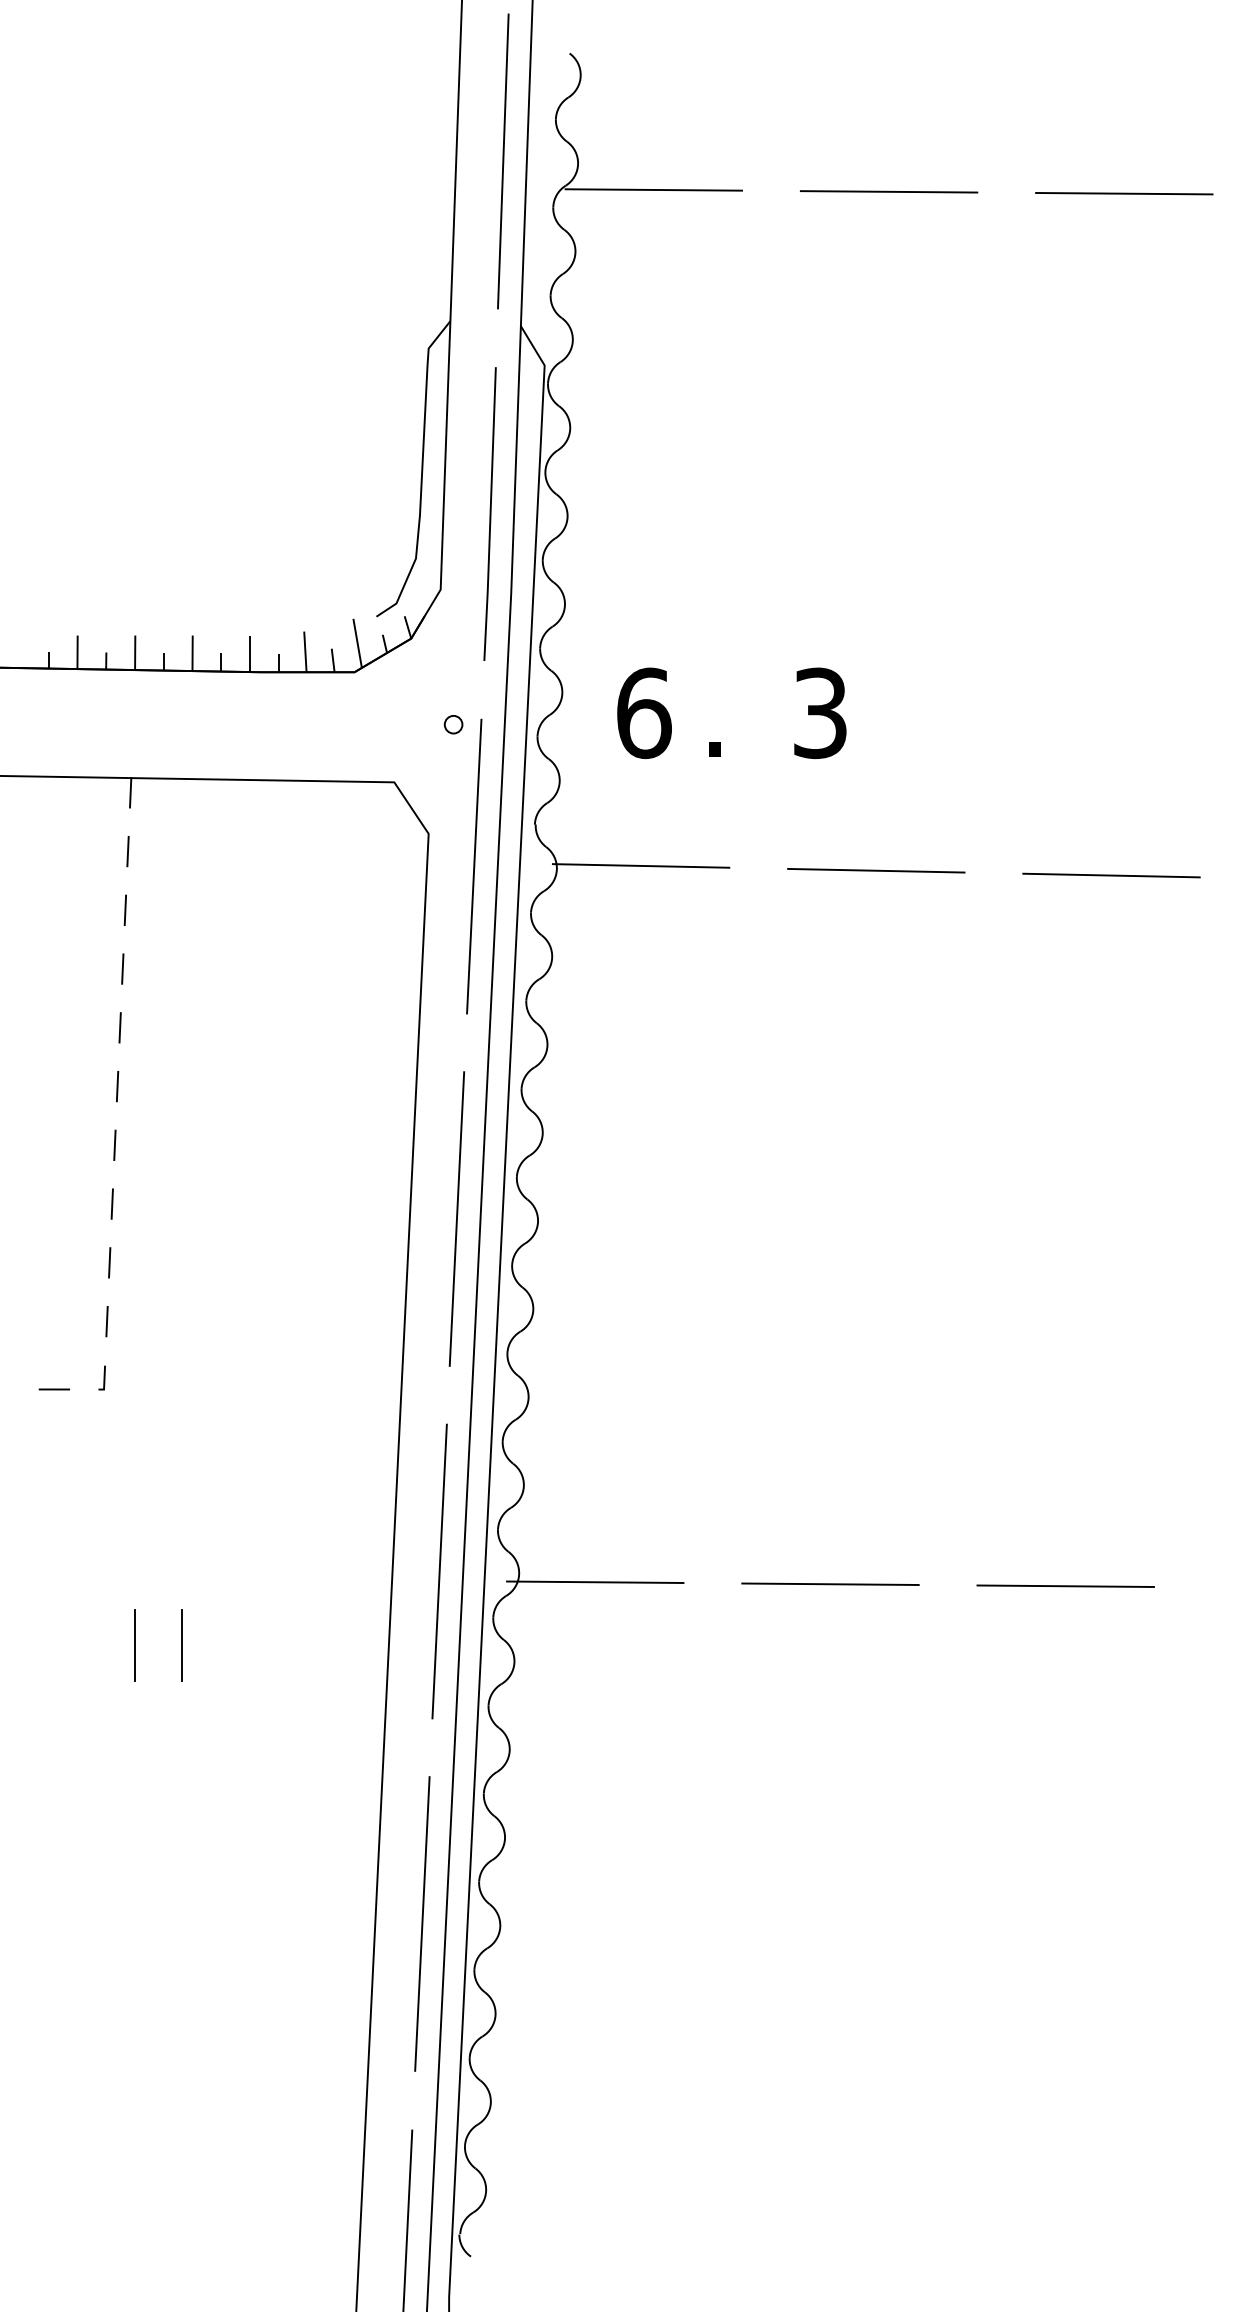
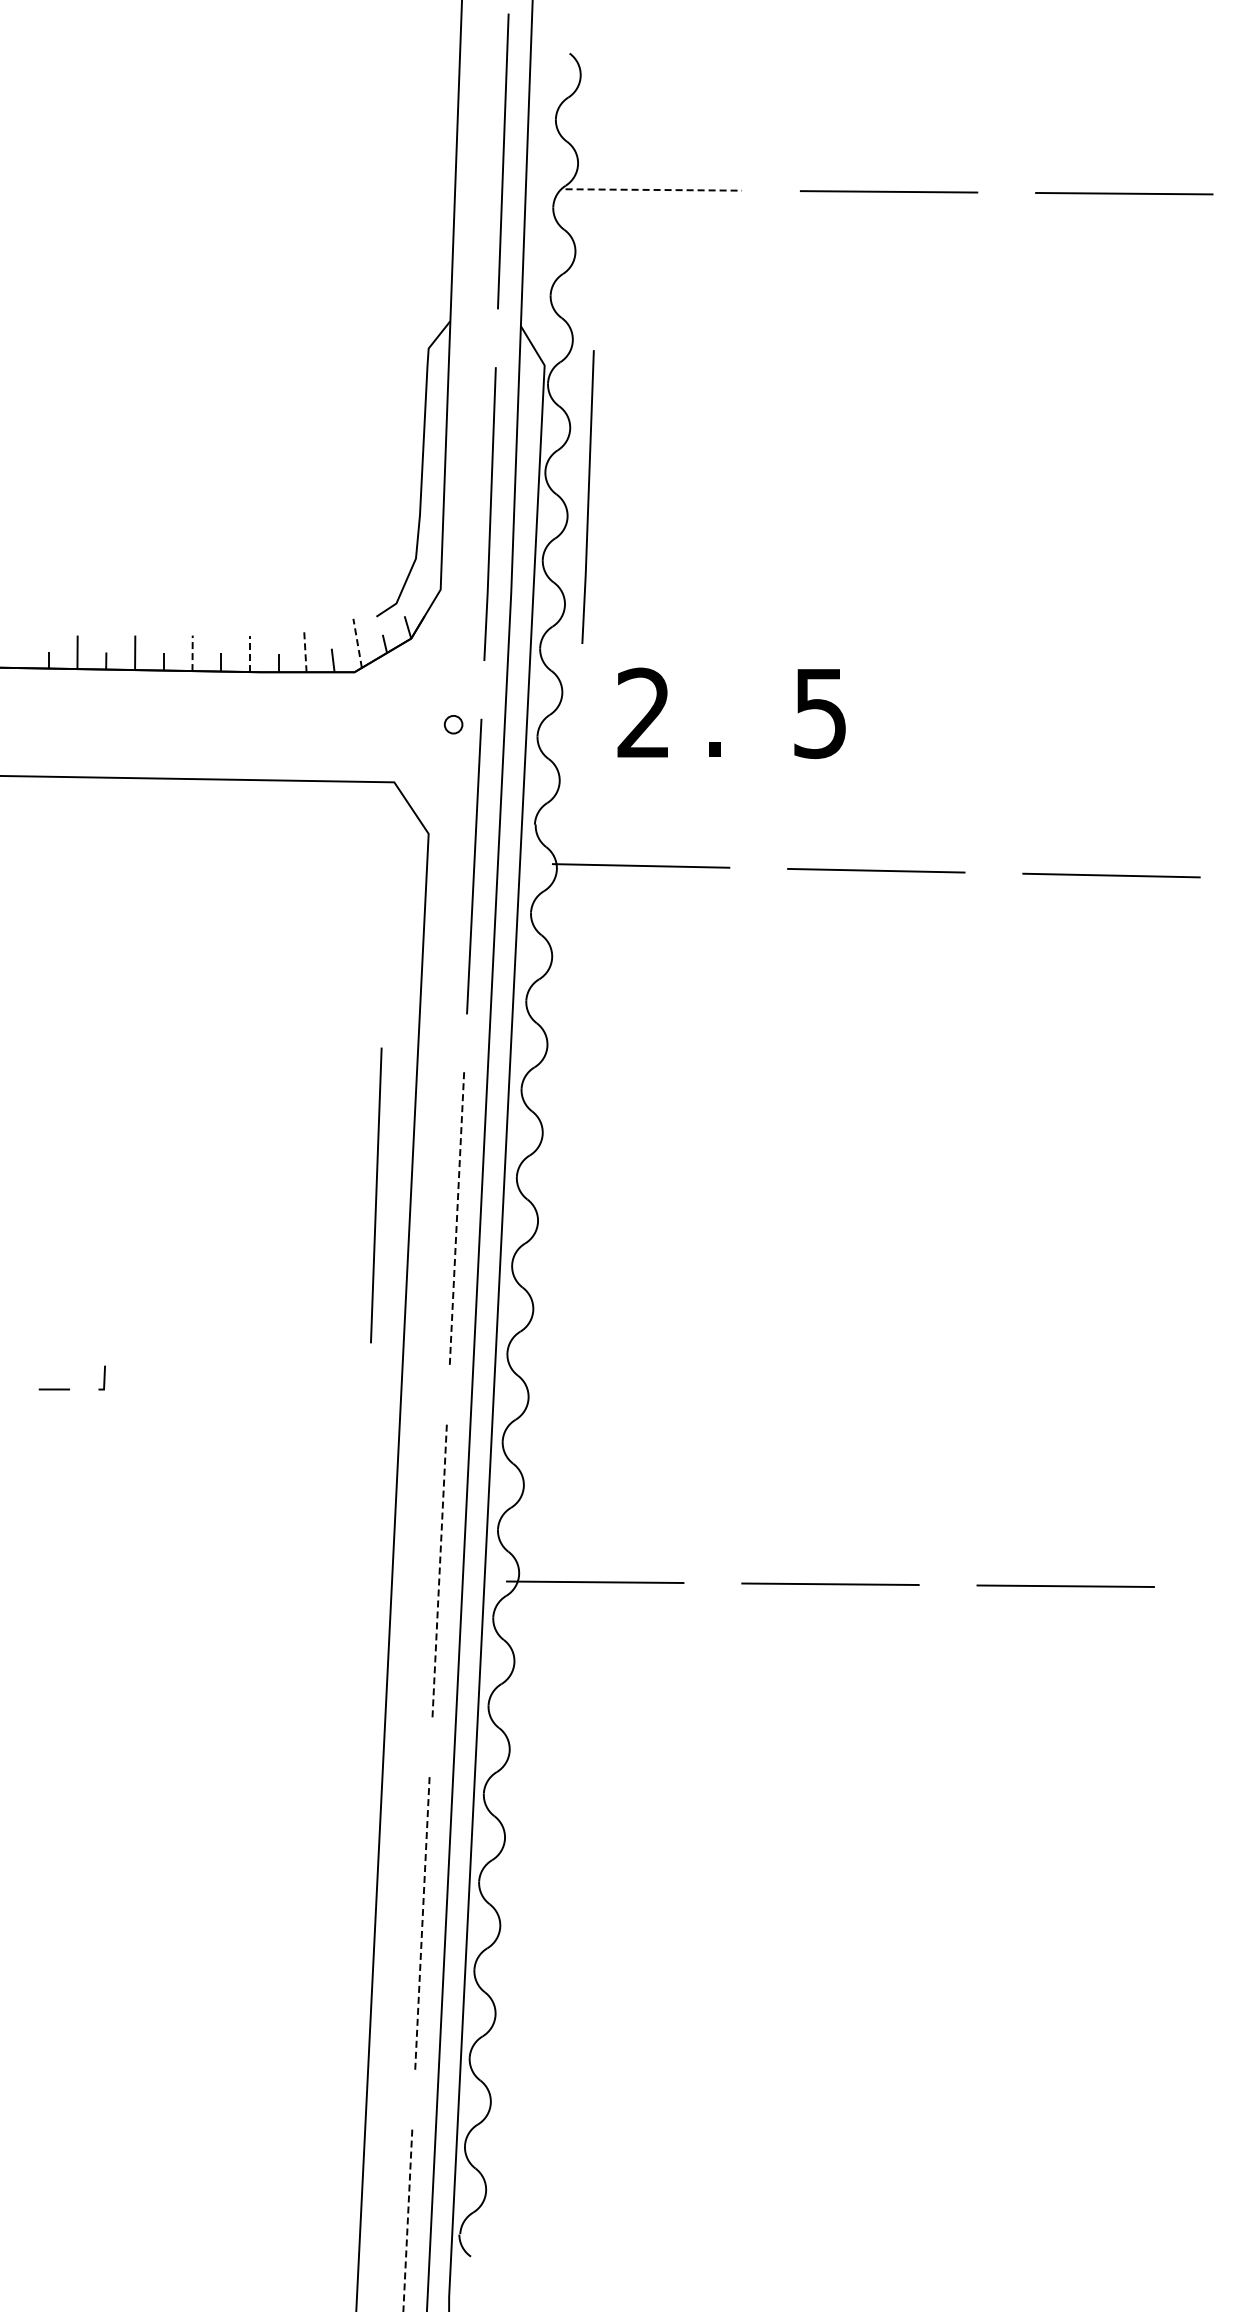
line at (654, 189): solid -> dashed
line at (587, 496): none -> present
line at (357, 643): solid -> dashed
line at (305, 651): solid -> dashed
line at (192, 653): solid -> dashed
line at (250, 653): solid -> dashed
text at (820, 712): 3 -> 5
text at (644, 713): 6 -> 2
line at (130, 792): present -> none
line at (127, 851): present -> none
line at (124, 909): present -> none
line at (122, 968): present -> none
line at (119, 1027): present -> none
line at (117, 1086): present -> none
line at (114, 1145): present -> none
line at (376, 1195): none -> present
line at (111, 1203): present -> none
line at (456, 1219): solid -> dashed
line at (109, 1262): present -> none
line at (106, 1321): present -> none
line at (439, 1572): solid -> dashed
line at (134, 1645): present -> none
line at (181, 1645): present -> none
line at (422, 1924): solid -> dashed
line at (407, 2220): solid -> dashed
